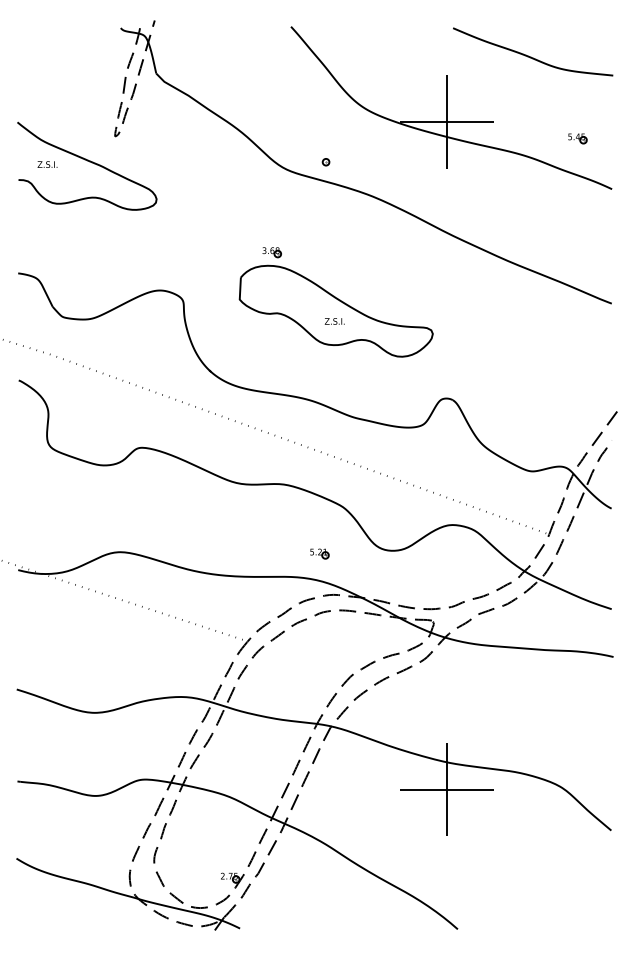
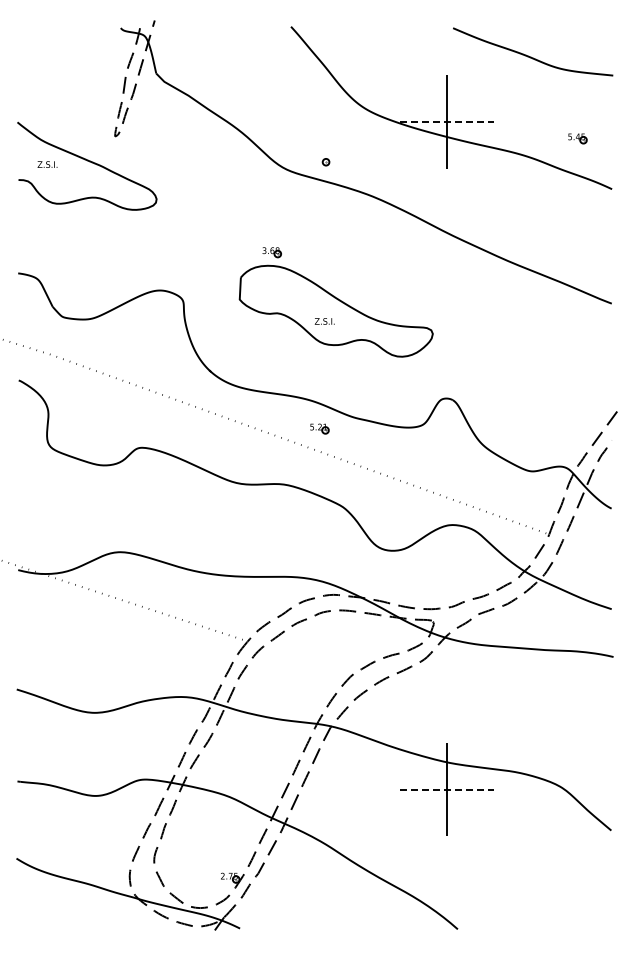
line at (446, 121): solid -> dashed
text at (334, 321) position: (334, 321) -> (324, 321)
part at (319, 553) position: (319, 553) -> (319, 428)
line at (446, 789): solid -> dashed
